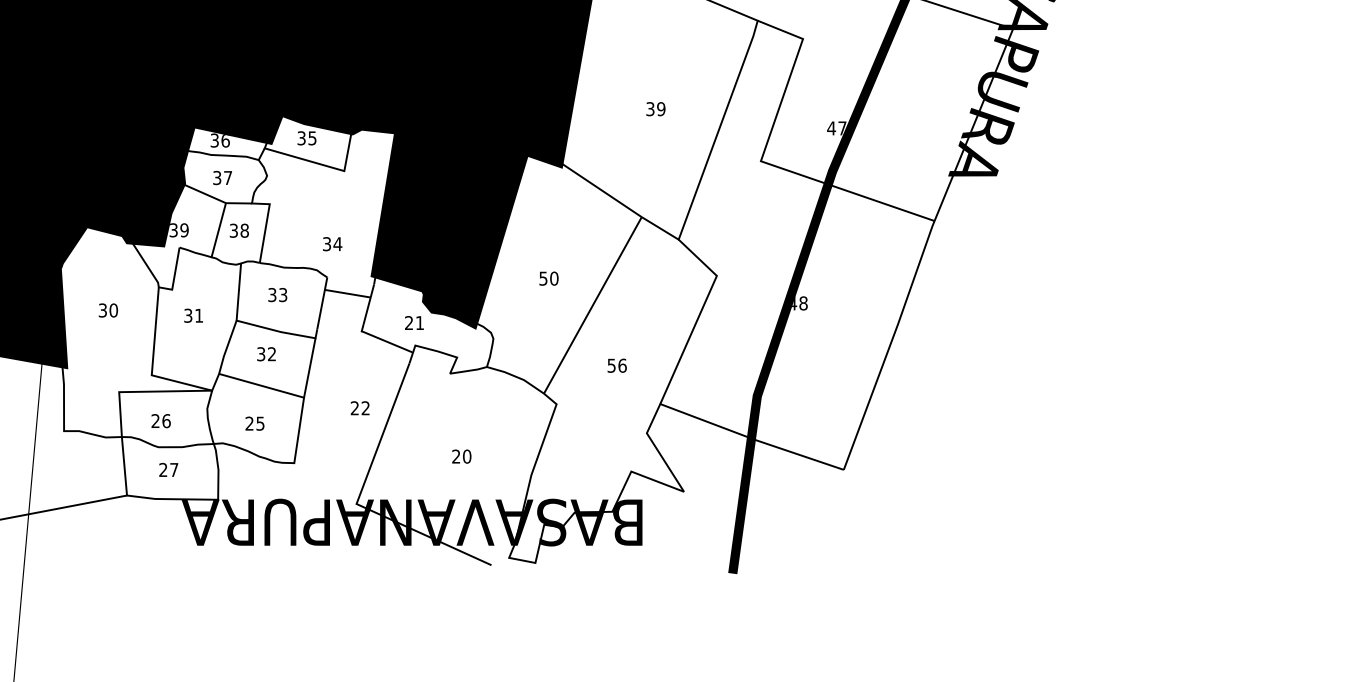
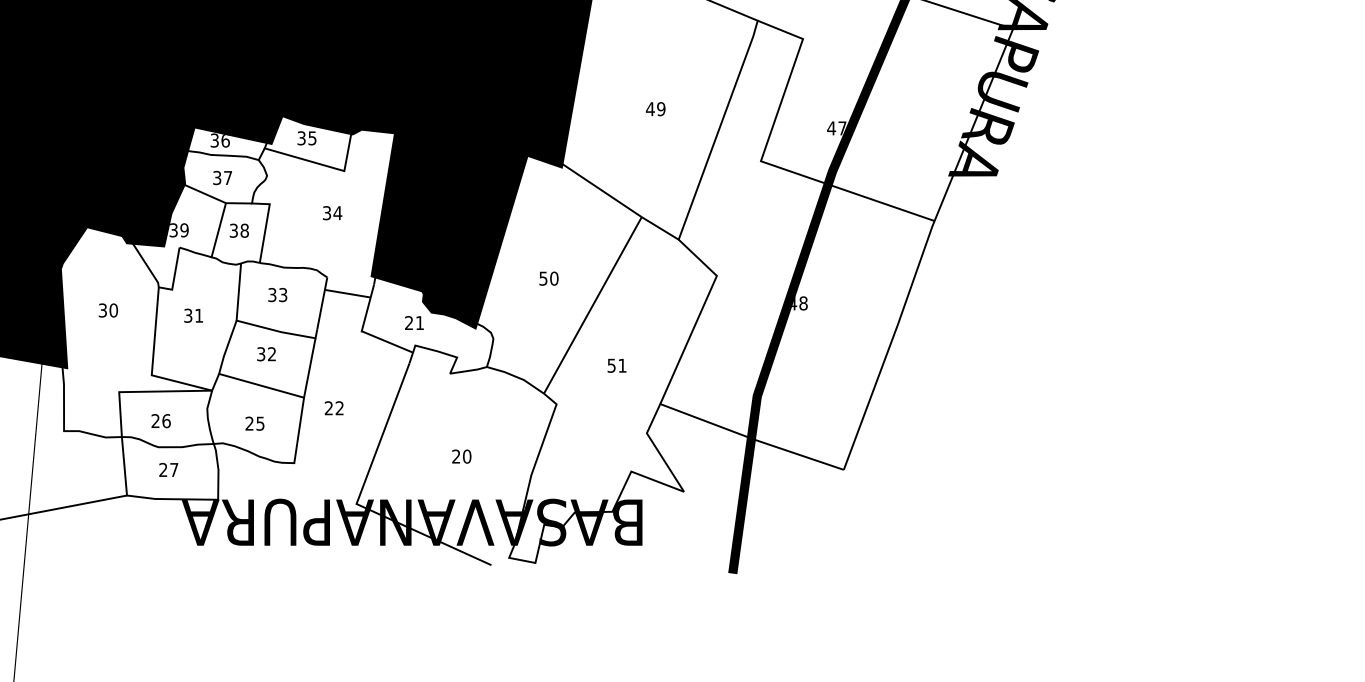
text at (650, 109): 39 -> 49
text at (332, 244) position: (332, 244) -> (332, 213)
text at (622, 365): 56 -> 51
text at (359, 408) position: (359, 408) -> (333, 408)
